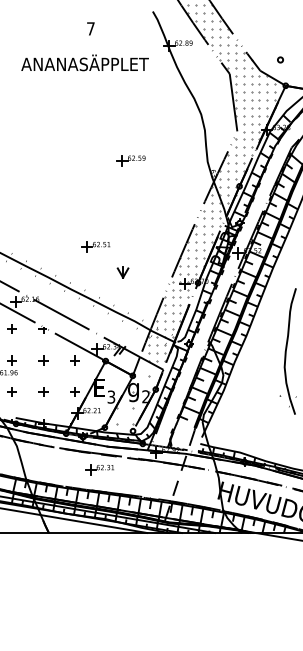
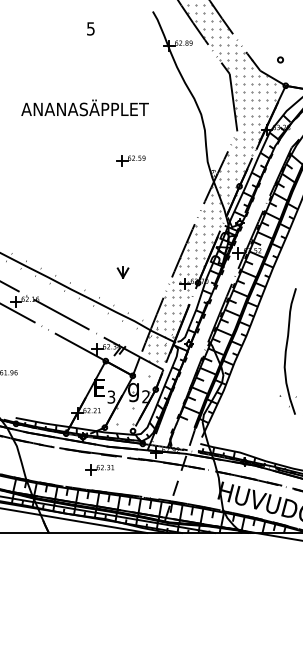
text at (90, 28): 7 -> 5
text at (84, 62) position: (84, 62) -> (84, 107)
part at (95, 246): present -> none
hatch at (55, 376): present -> none
